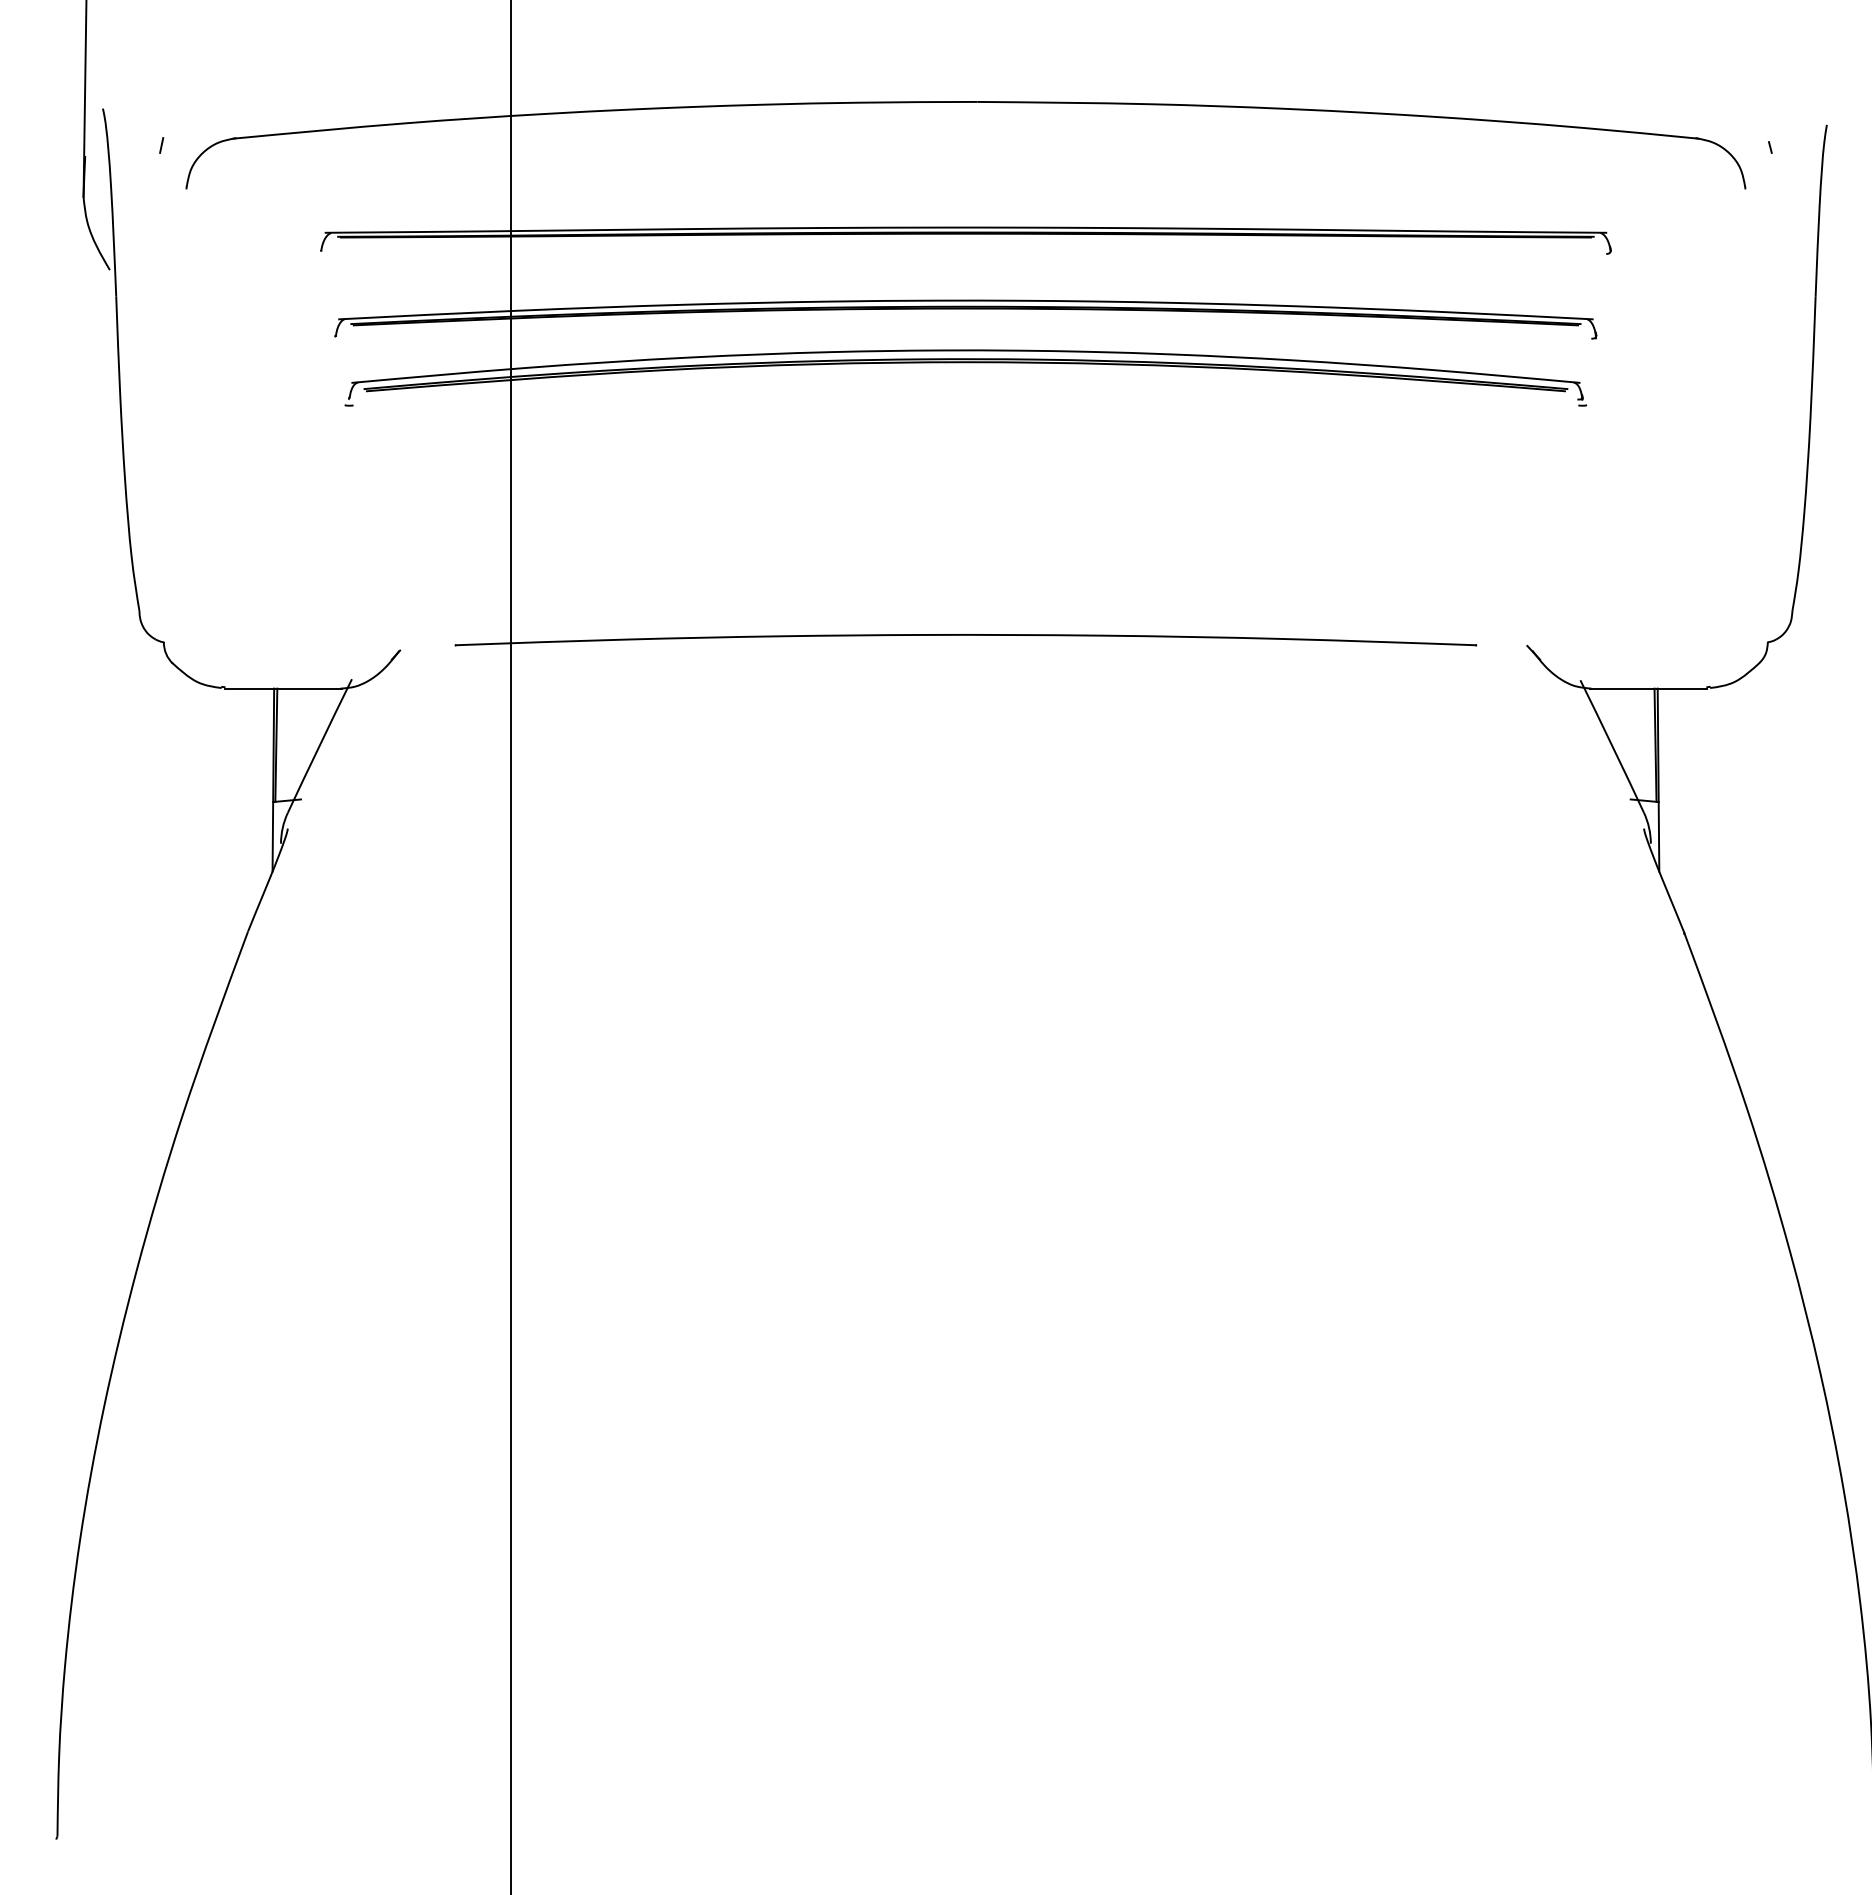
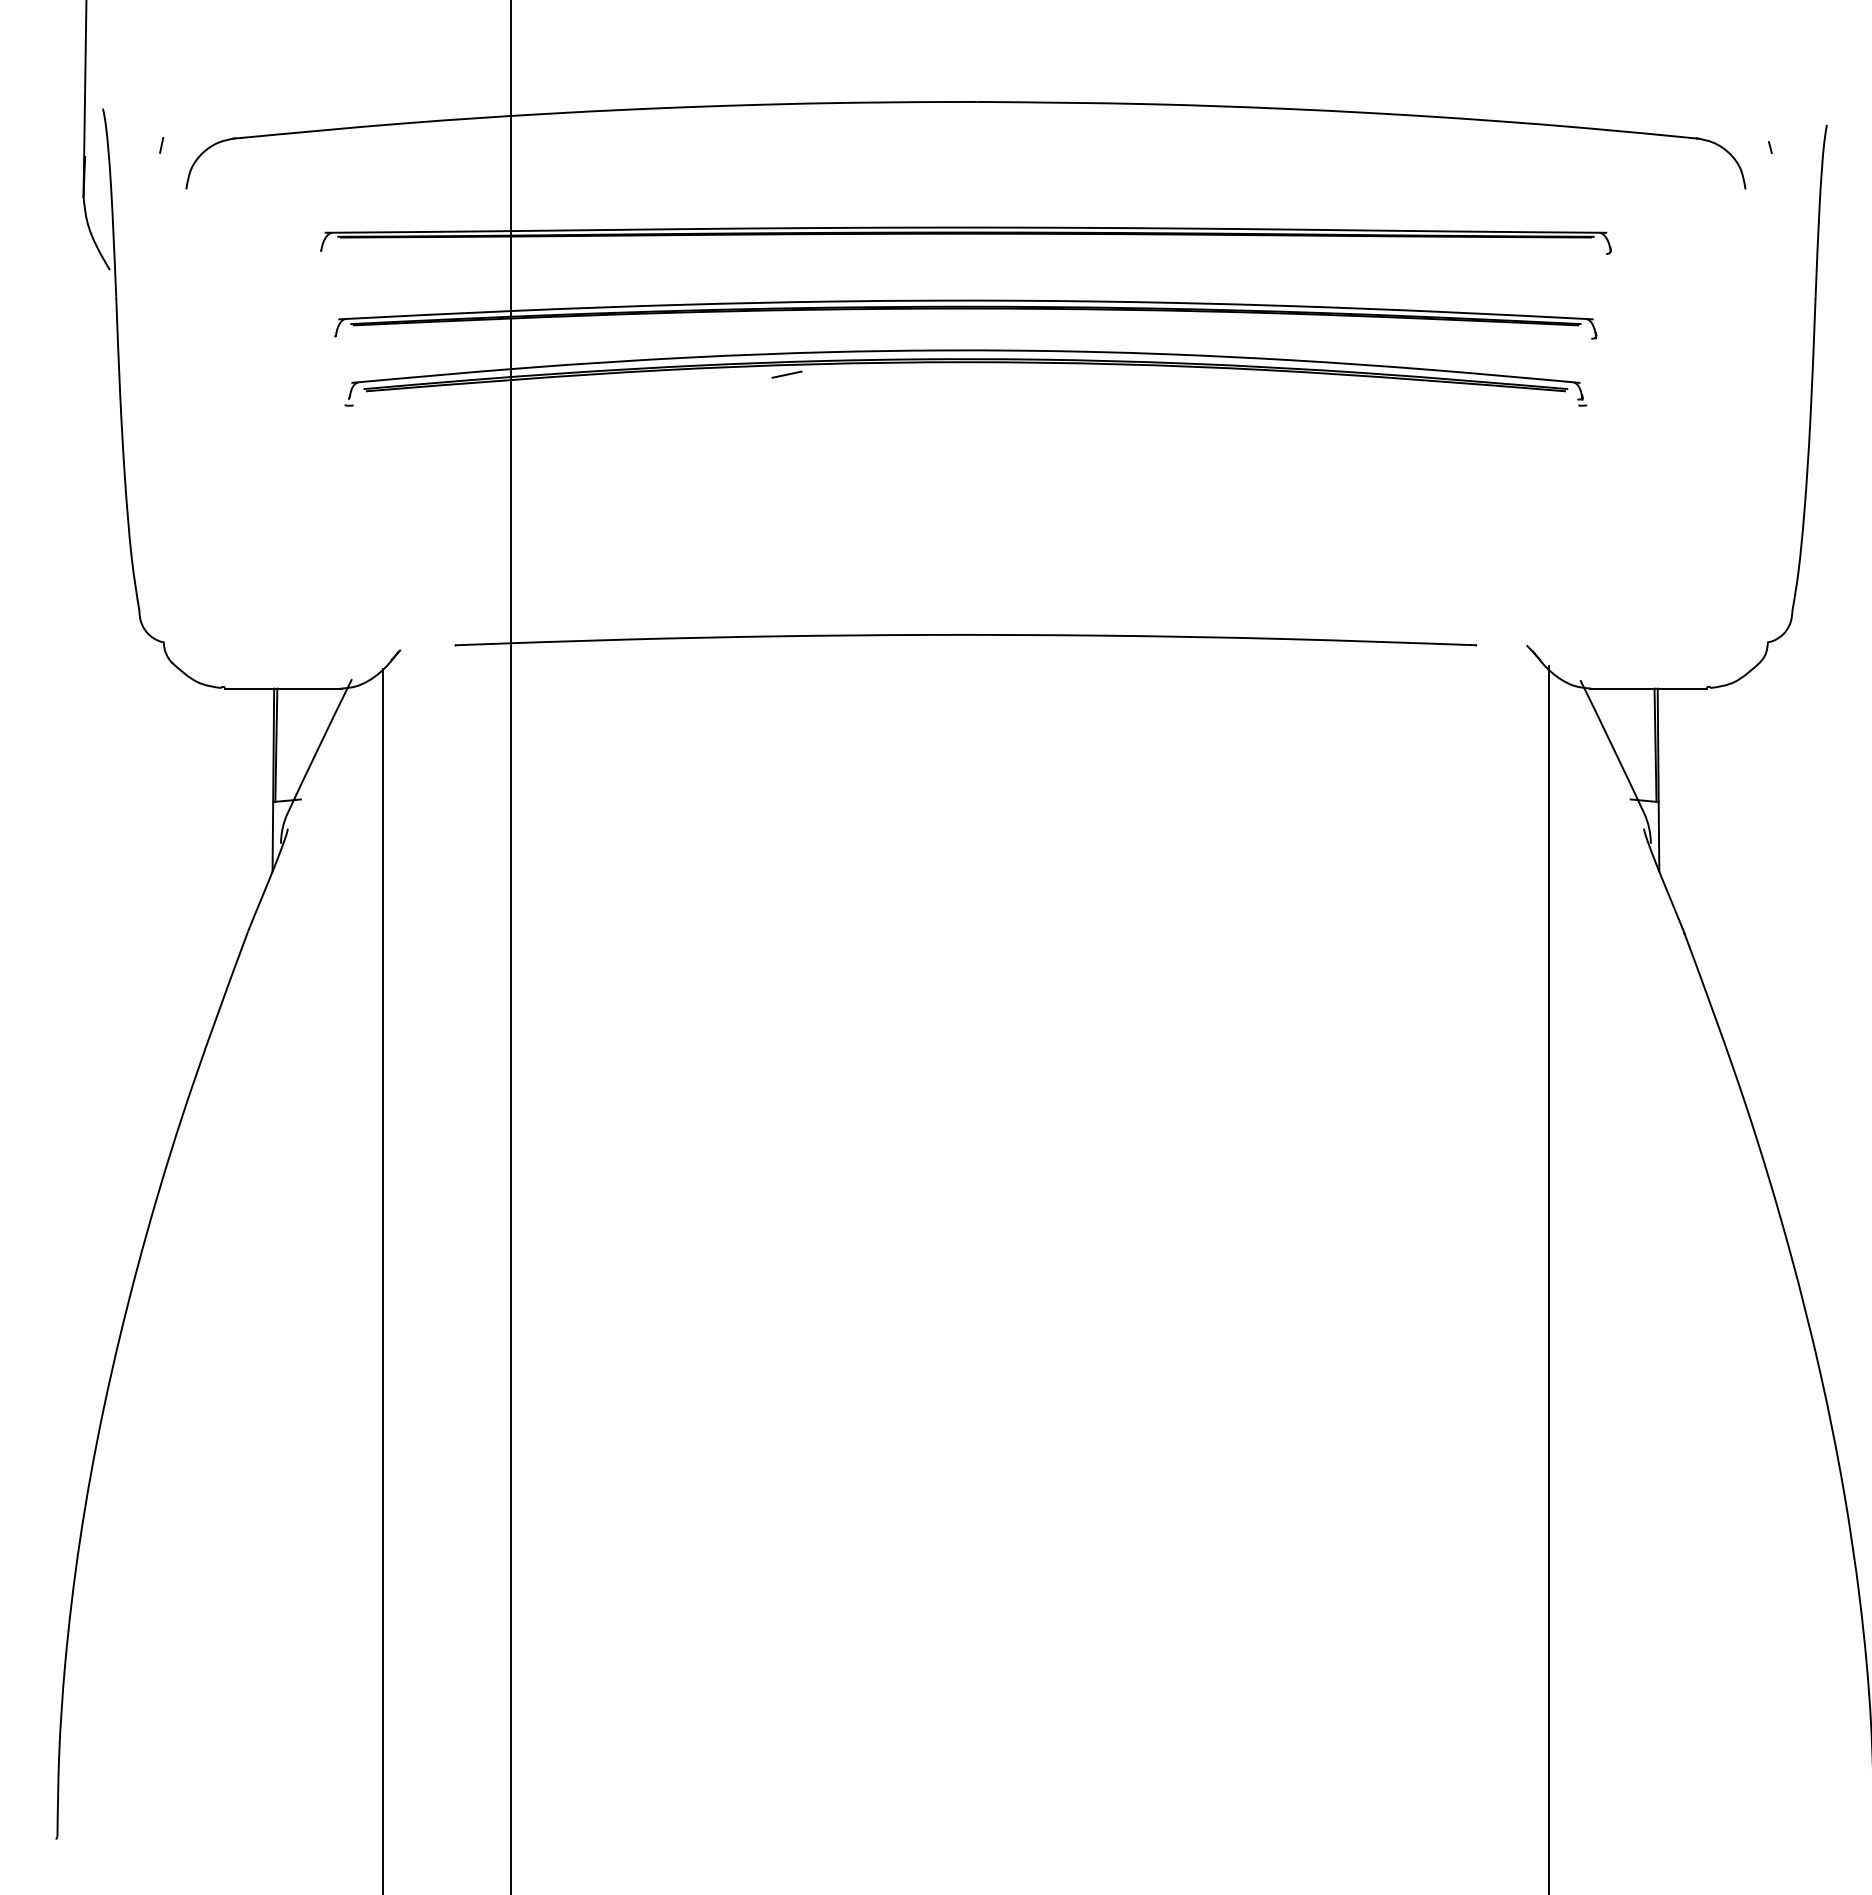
line at (786, 374): none -> present
line at (1548, 1278): none -> present
line at (383, 1279): none -> present
